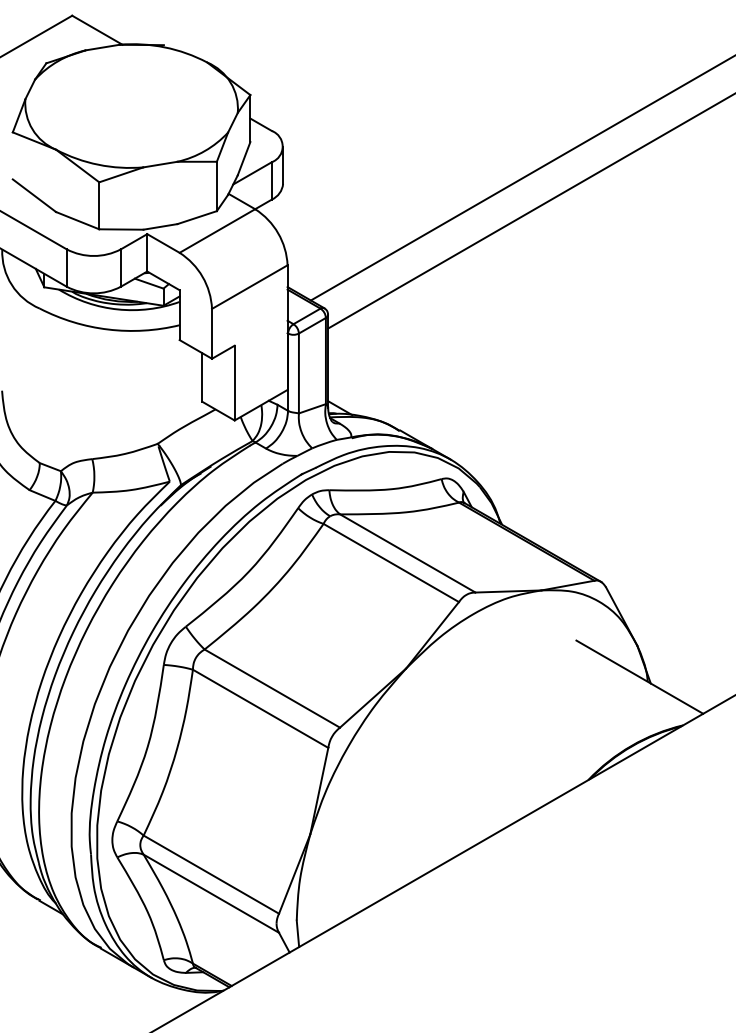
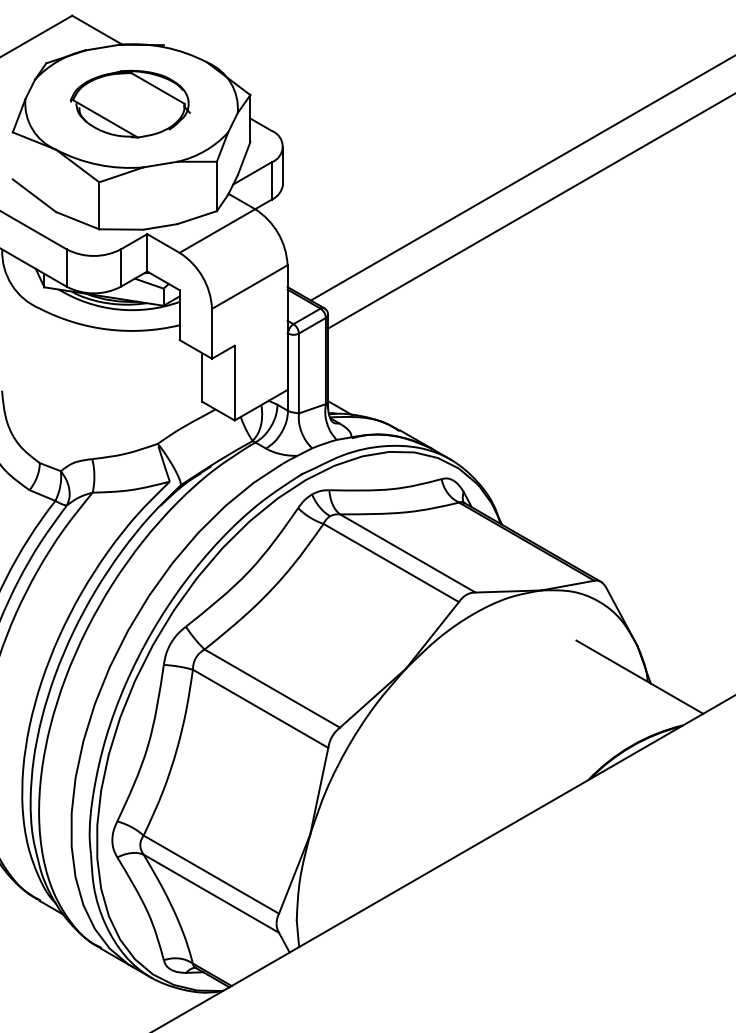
part at (130, 103): none -> present
